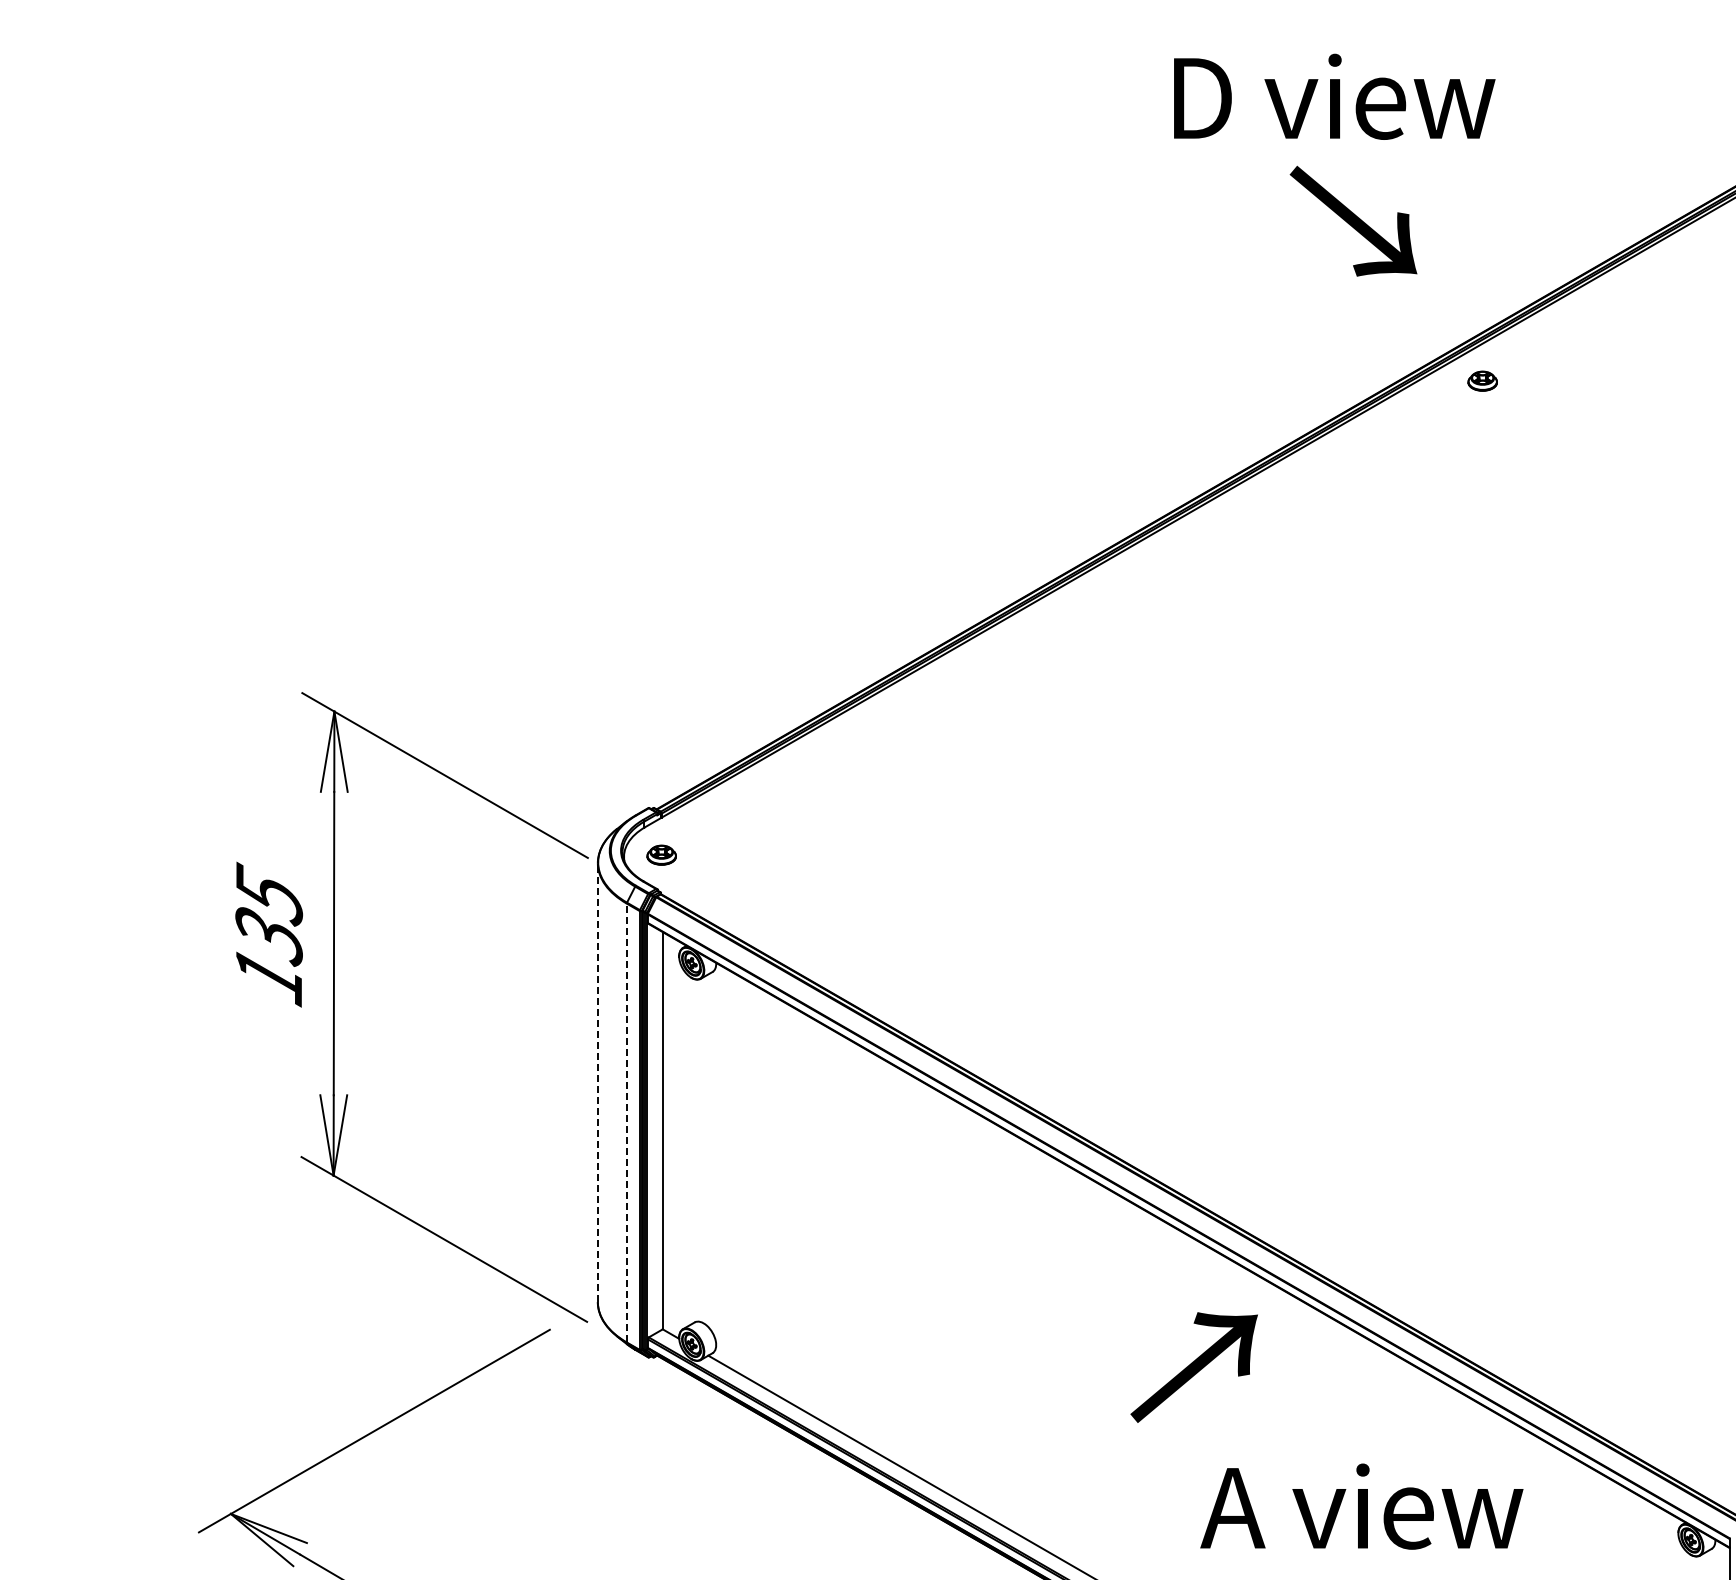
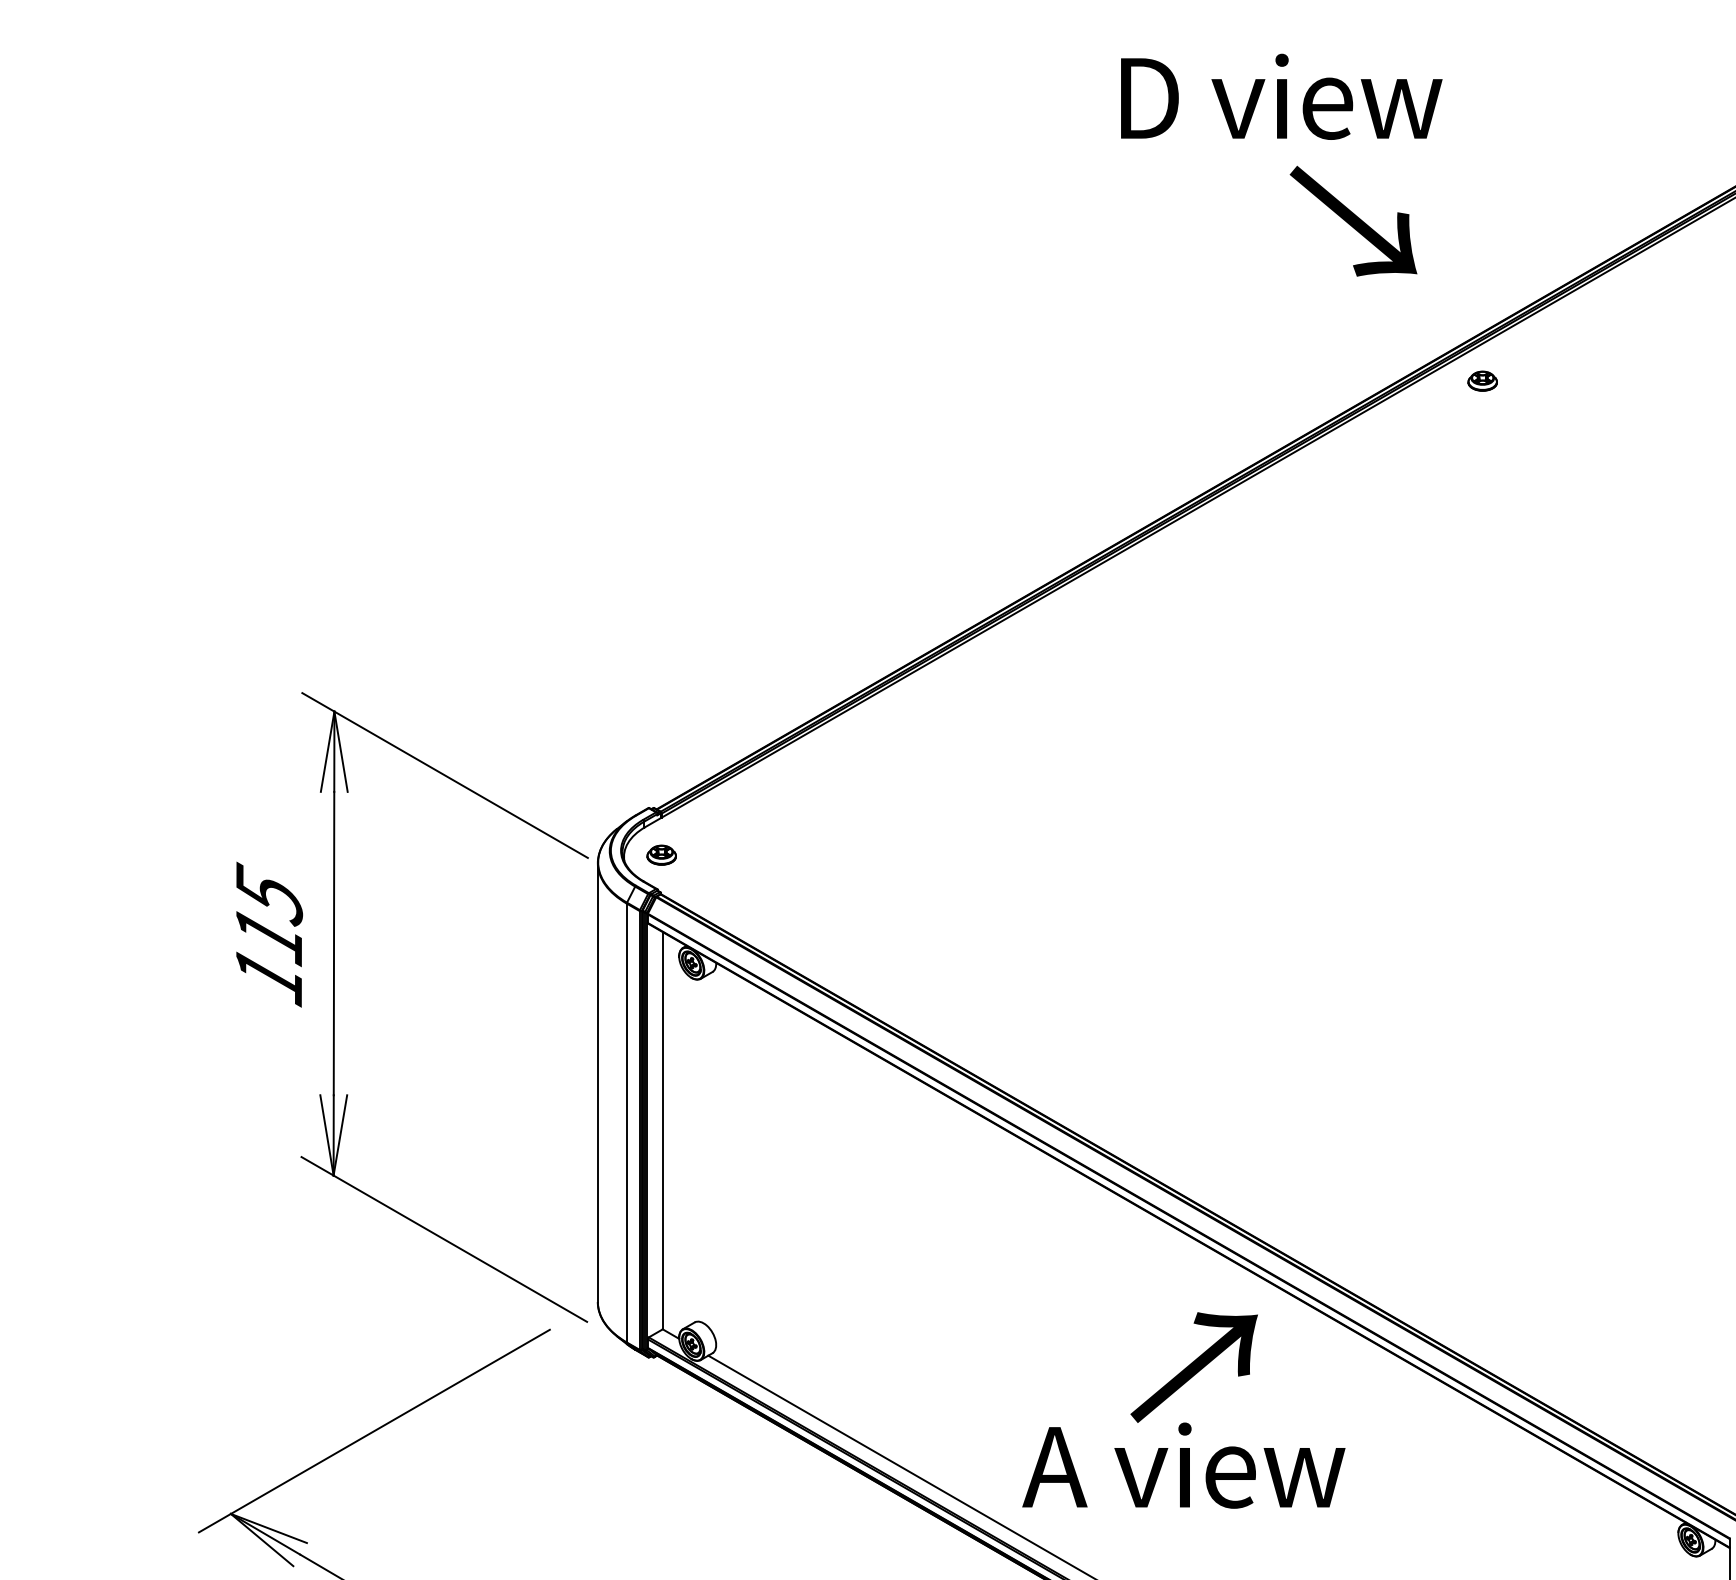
text at (1334, 96) position: (1334, 96) -> (1281, 96)
text at (268, 937): 135 -> 115
line at (597, 1082): dashed -> solid
line at (626, 1122): dashed -> solid
text at (1361, 1506) position: (1361, 1506) -> (1183, 1465)
